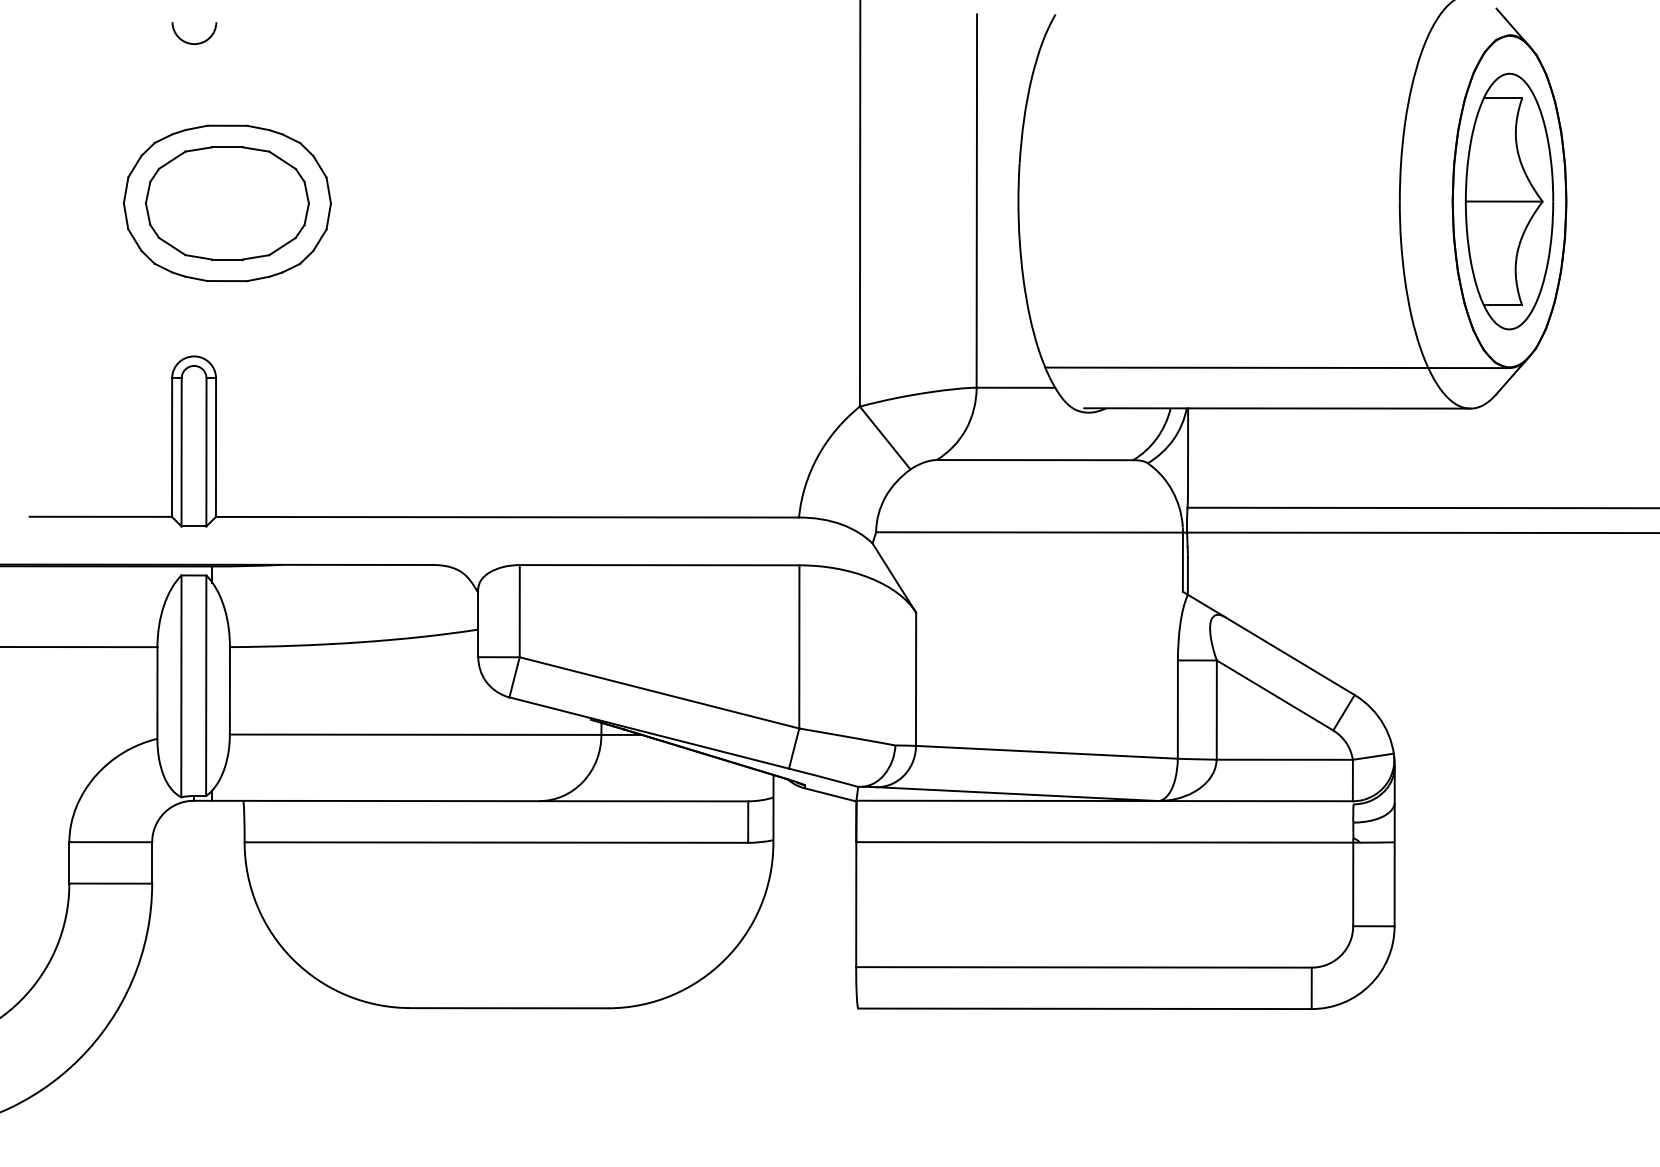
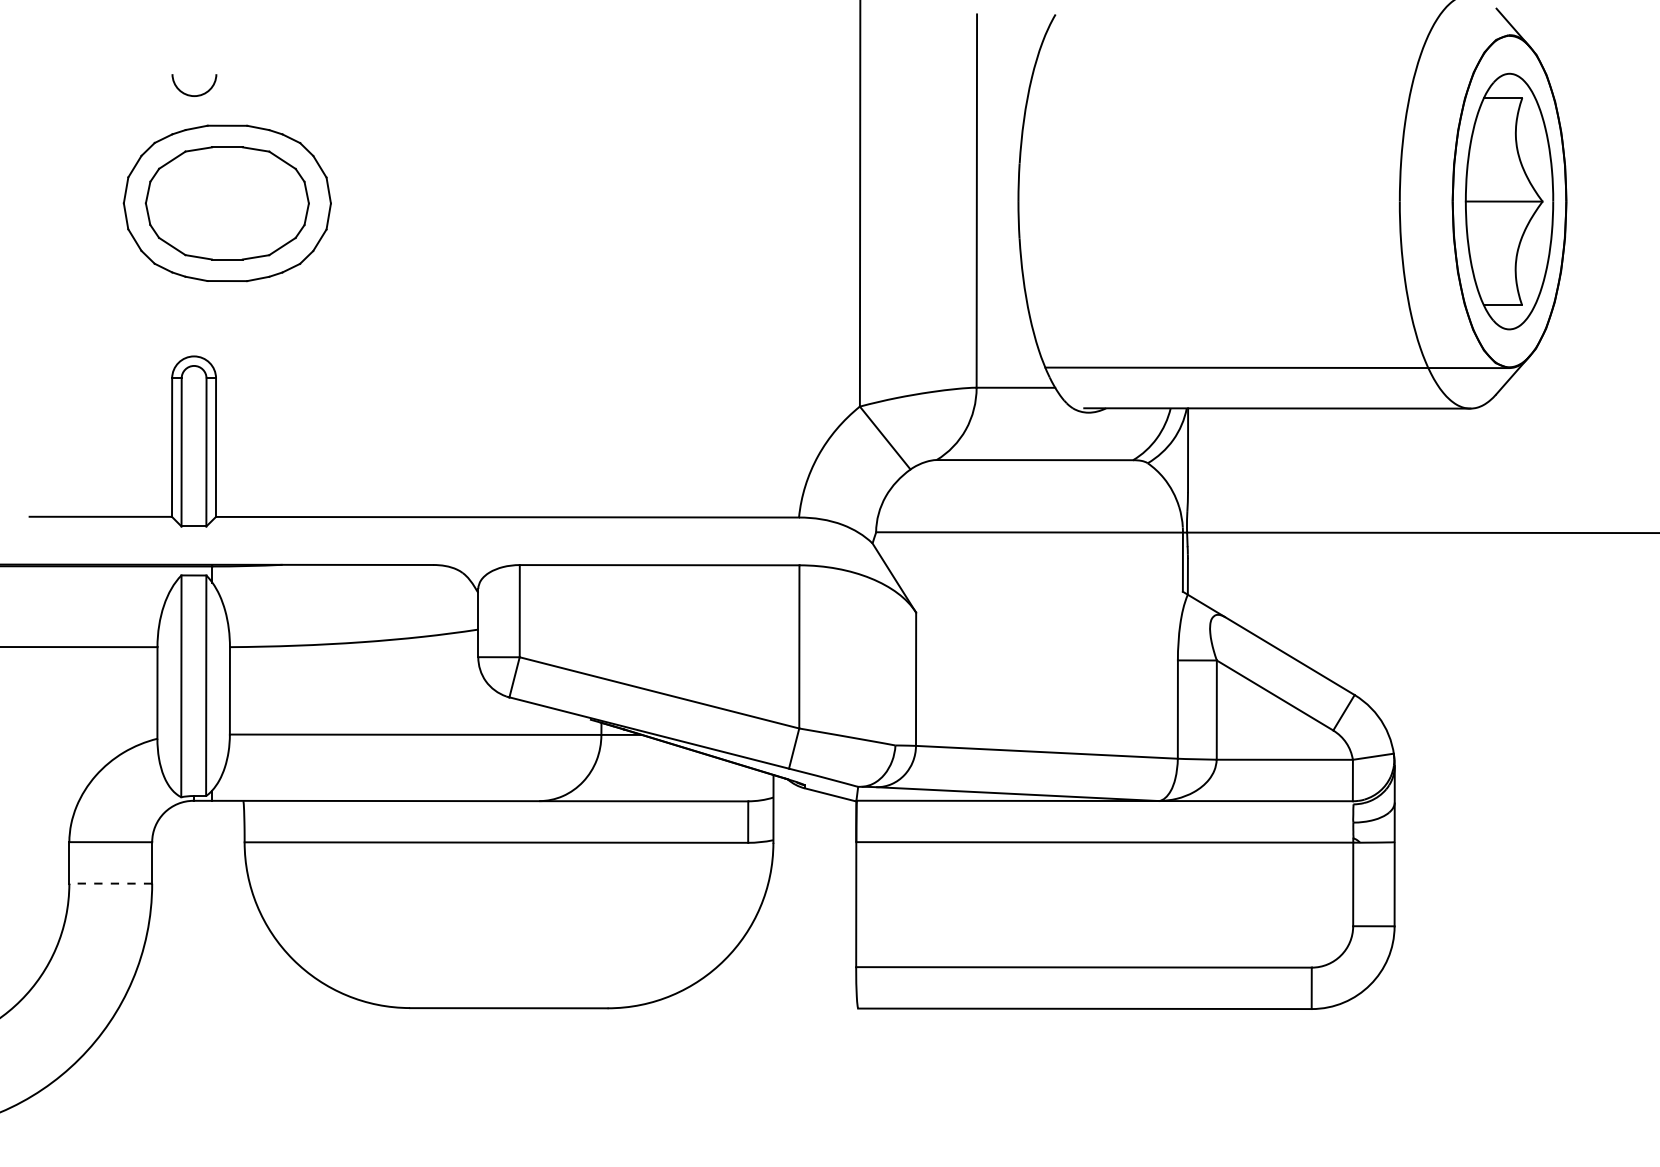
arc at (190, 42) position: (190, 42) -> (190, 94)
line at (1421, 507): present -> none
line at (110, 883): solid -> dashed
